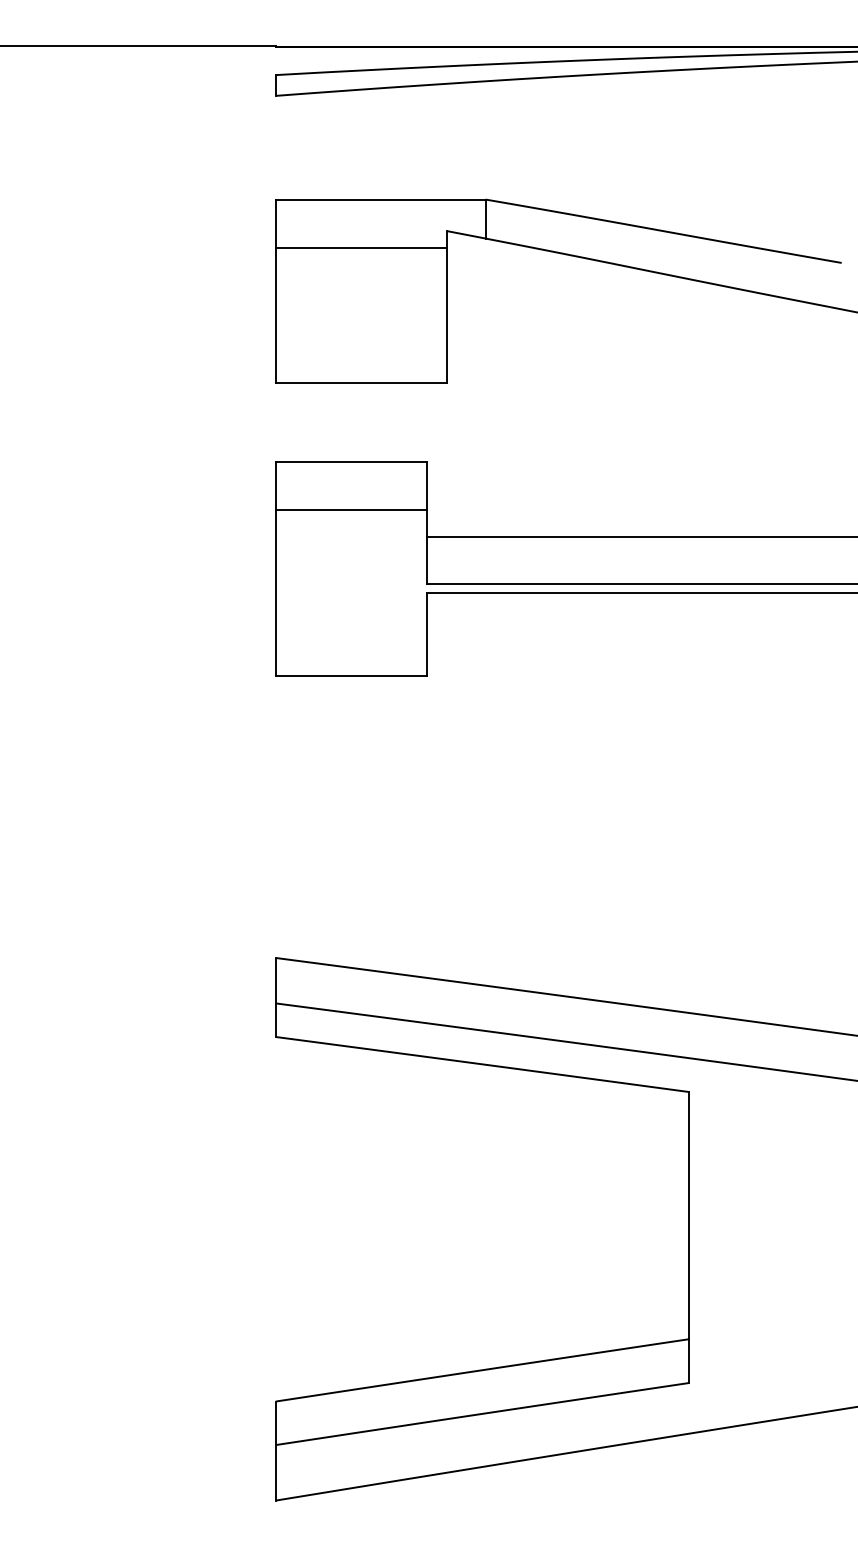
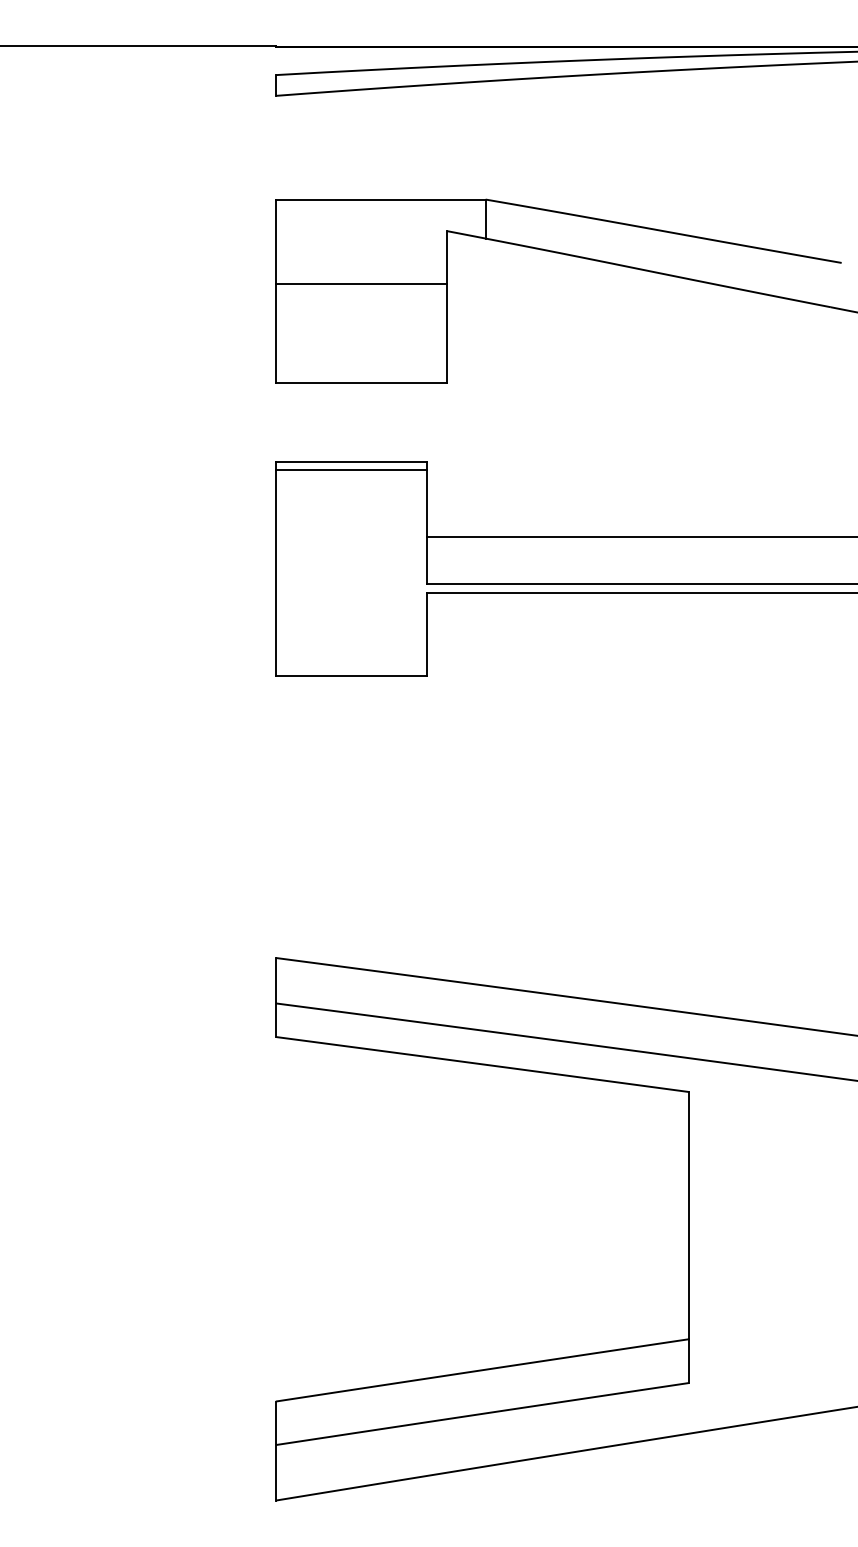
line at (361, 248) position: (361, 248) -> (361, 284)
line at (350, 509) position: (350, 509) -> (350, 469)
